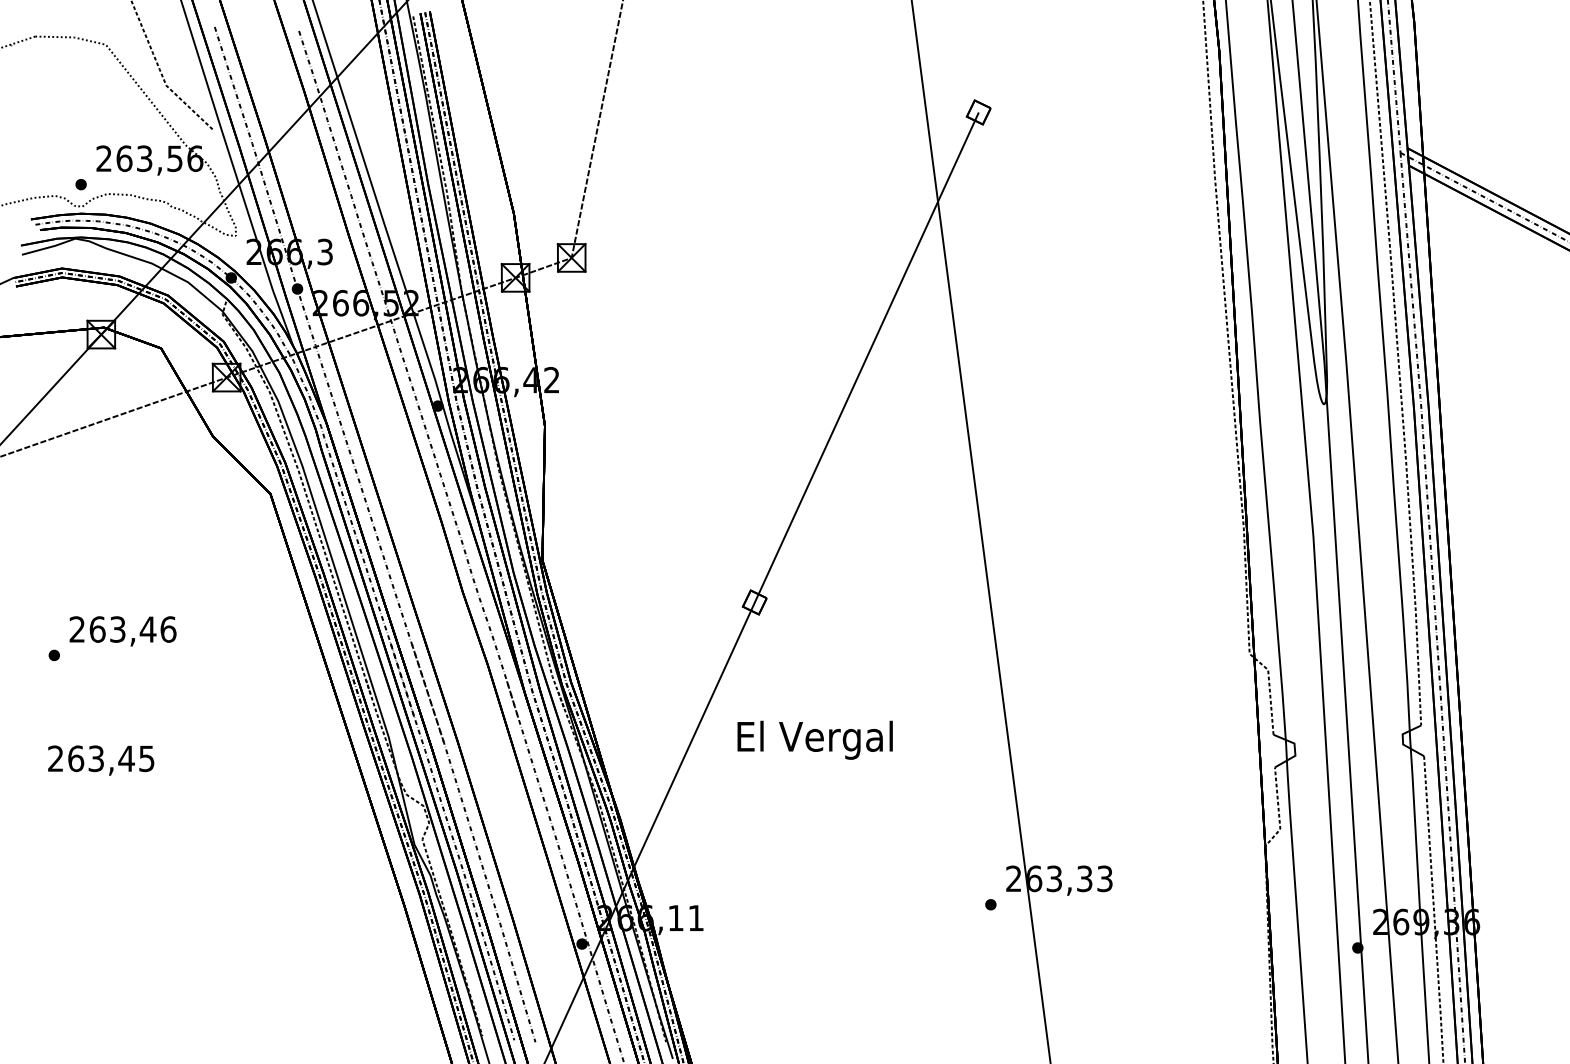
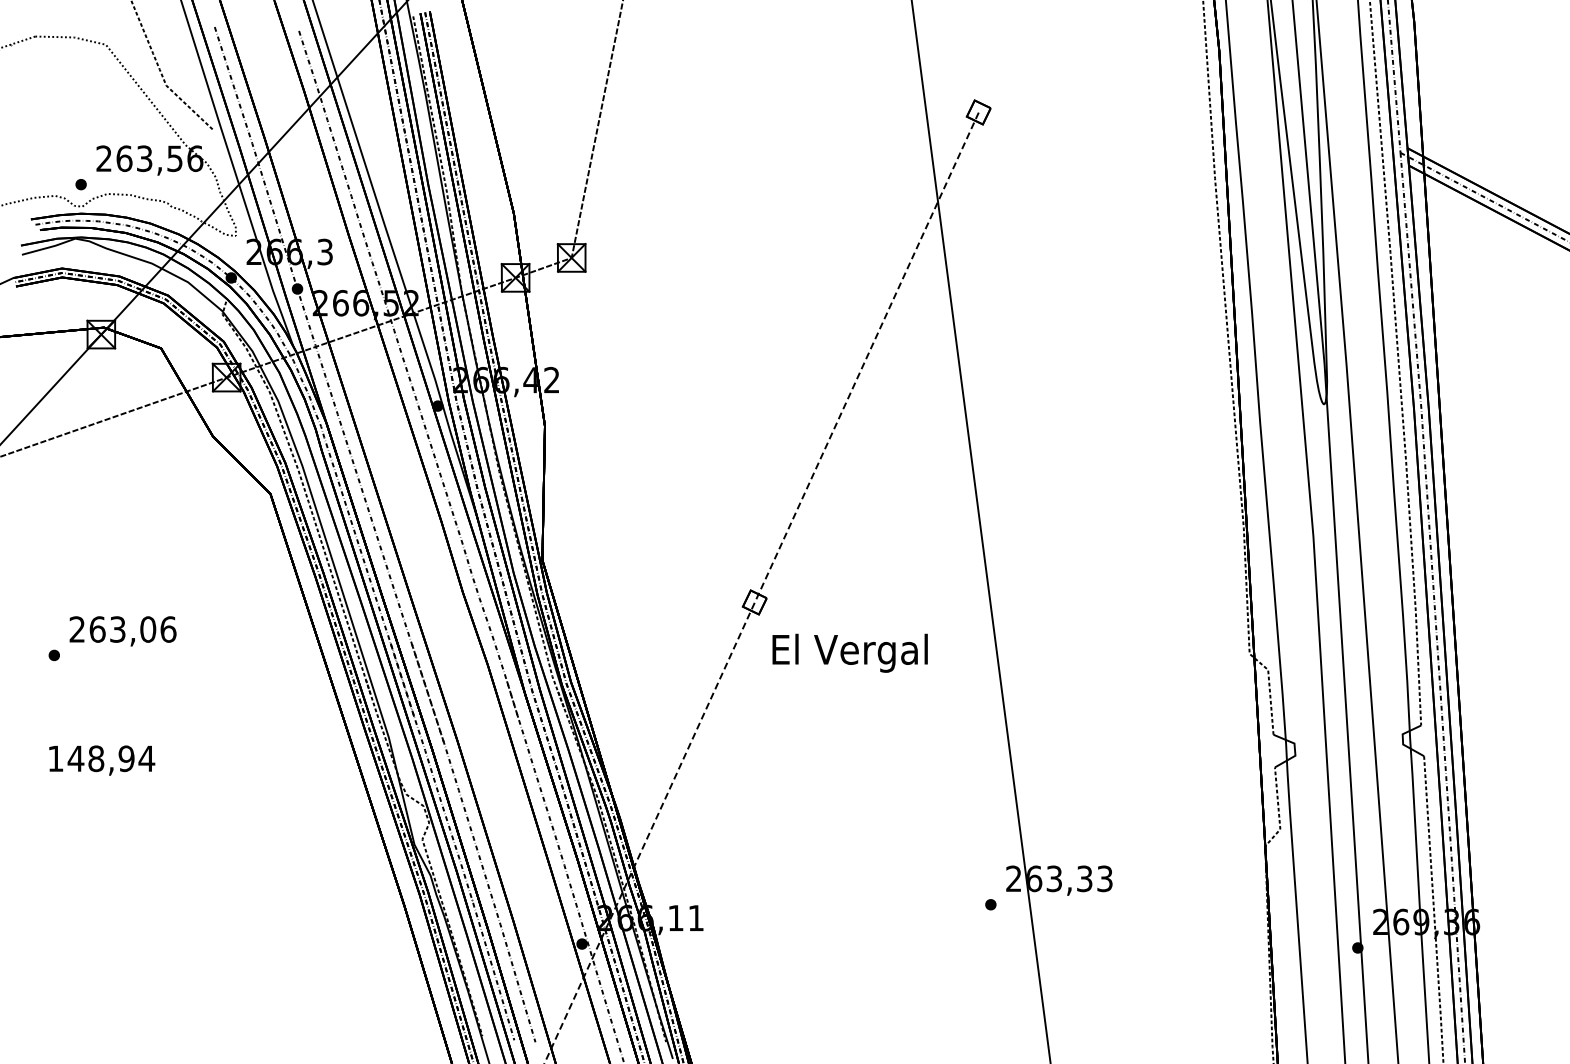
line at (761, 587): solid -> dashed
text at (147, 629): 263,46 -> 263,06
text at (814, 739) position: (814, 739) -> (849, 652)
text at (101, 758): 263,45 -> 148,94
